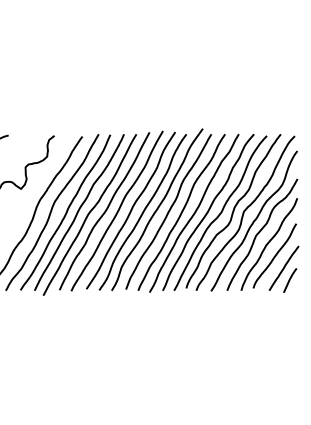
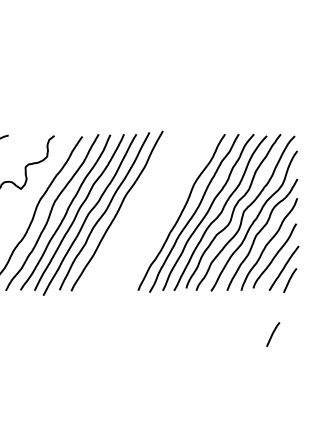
part at (148, 209): present -> none
curve at (273, 334): none -> present
